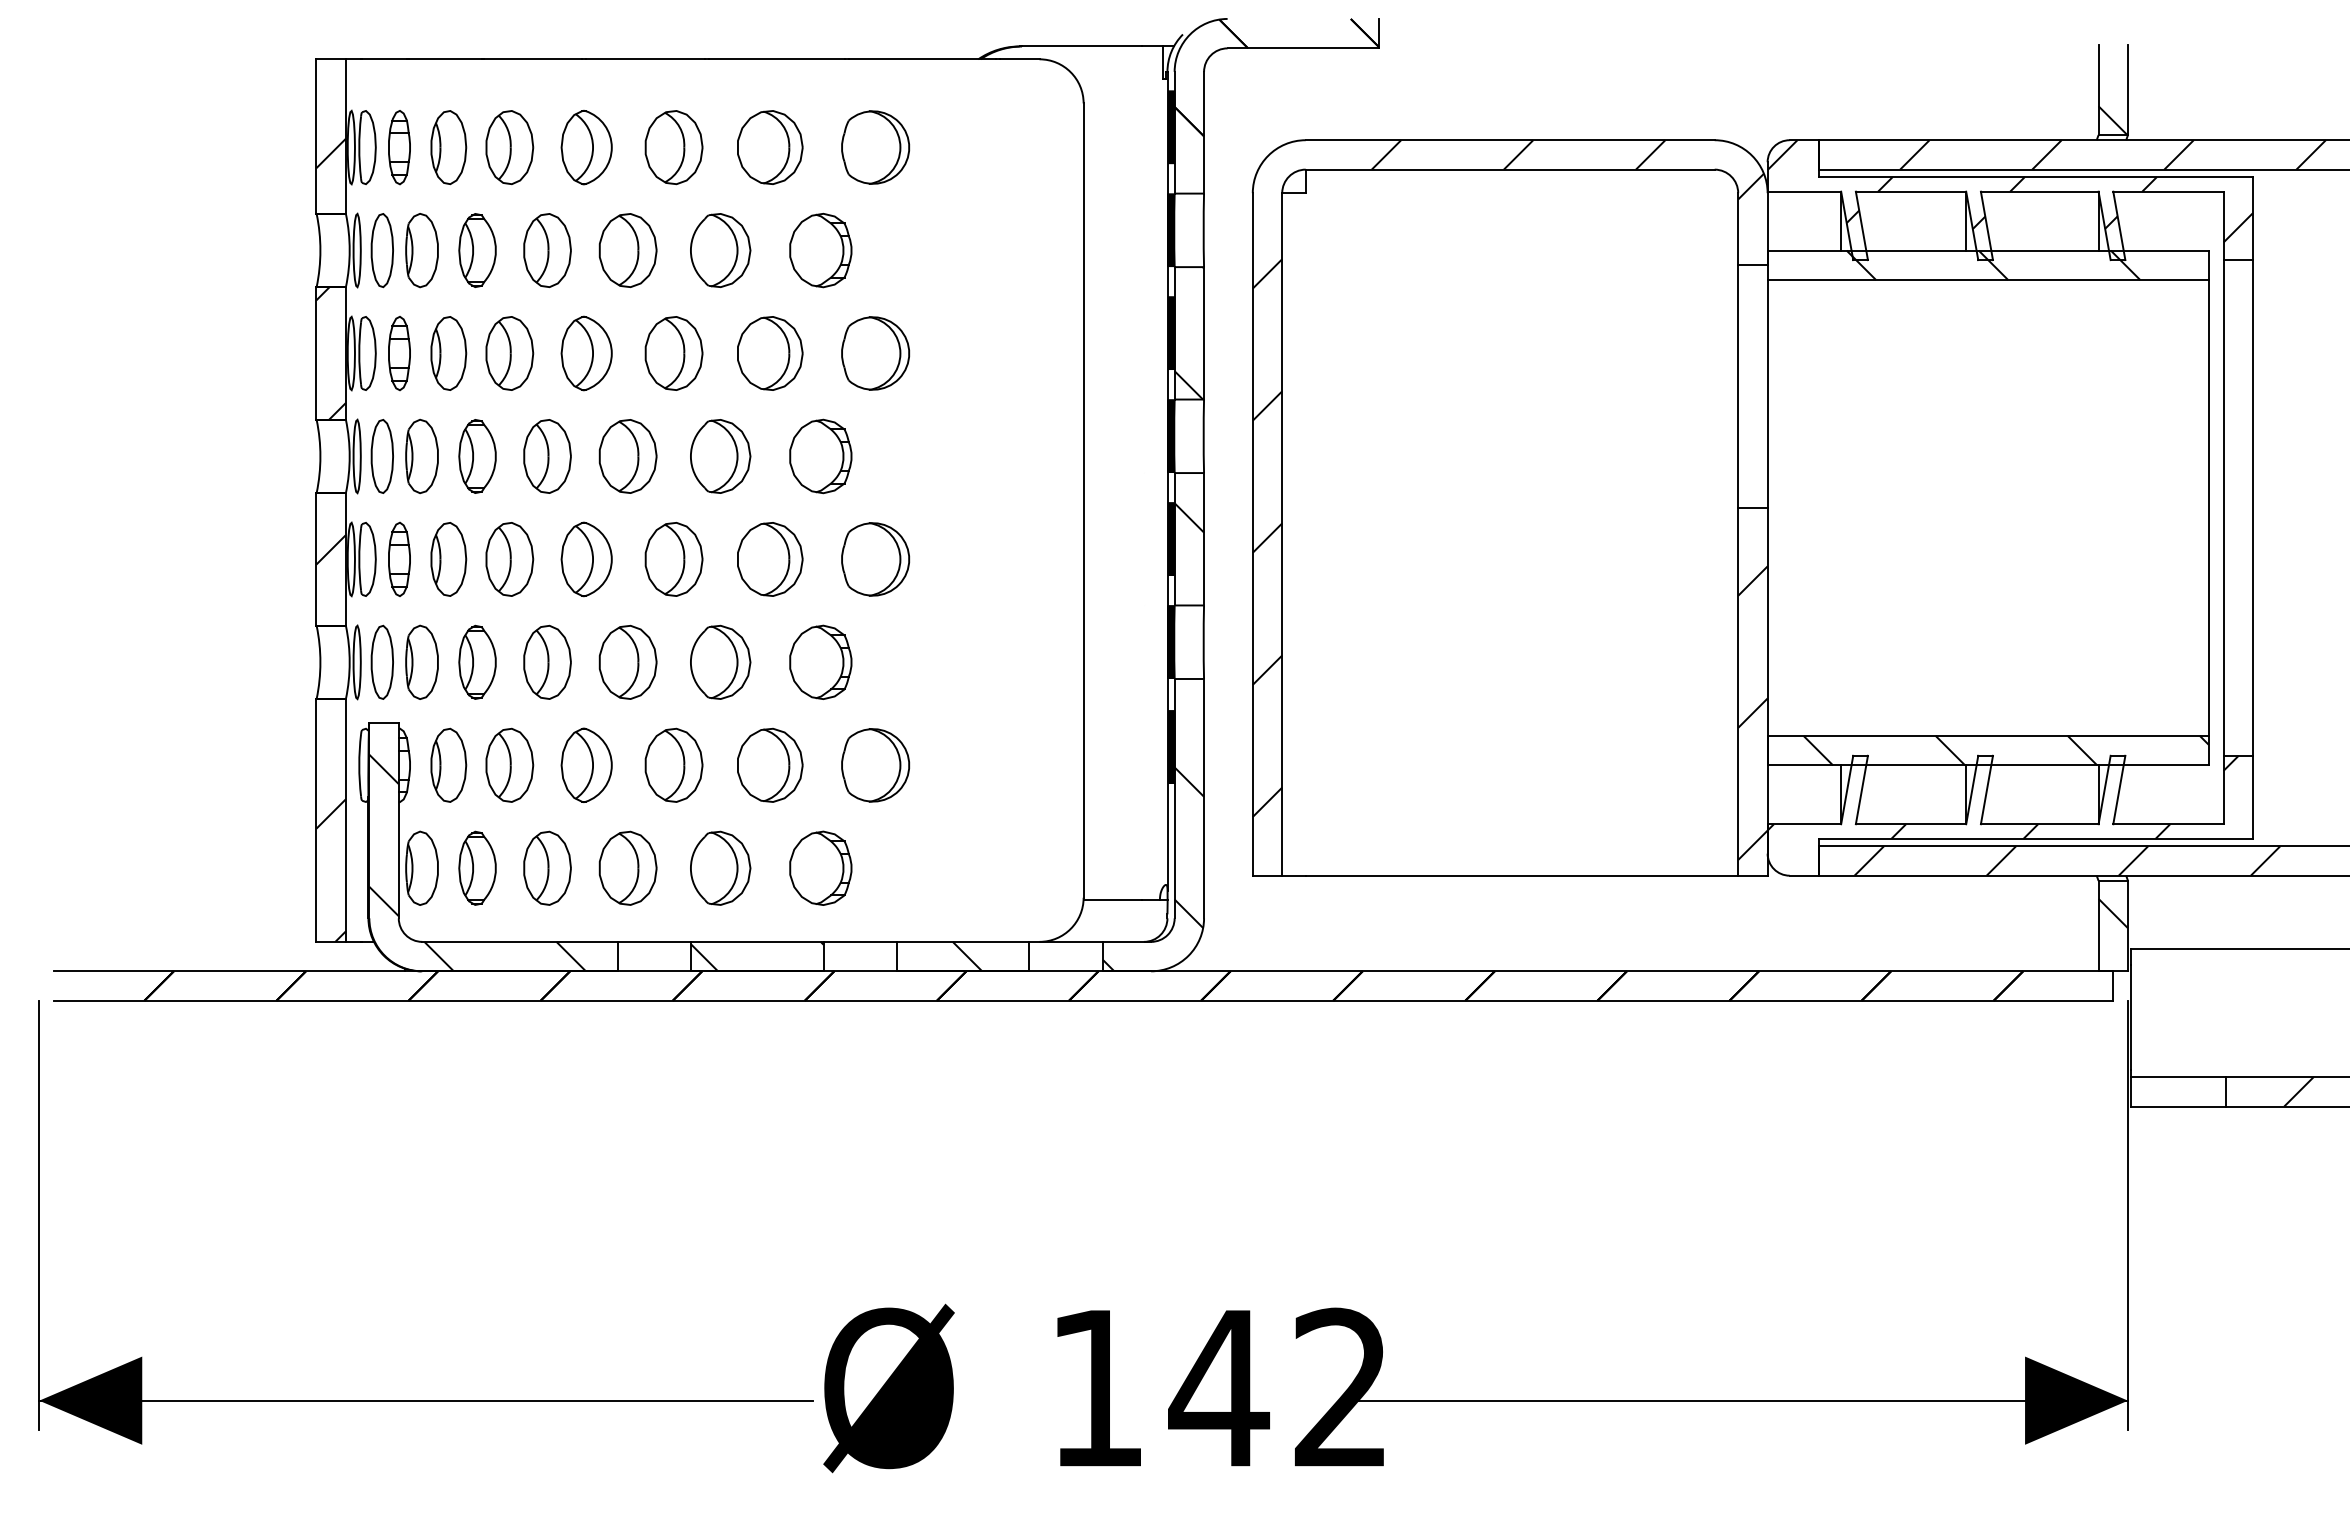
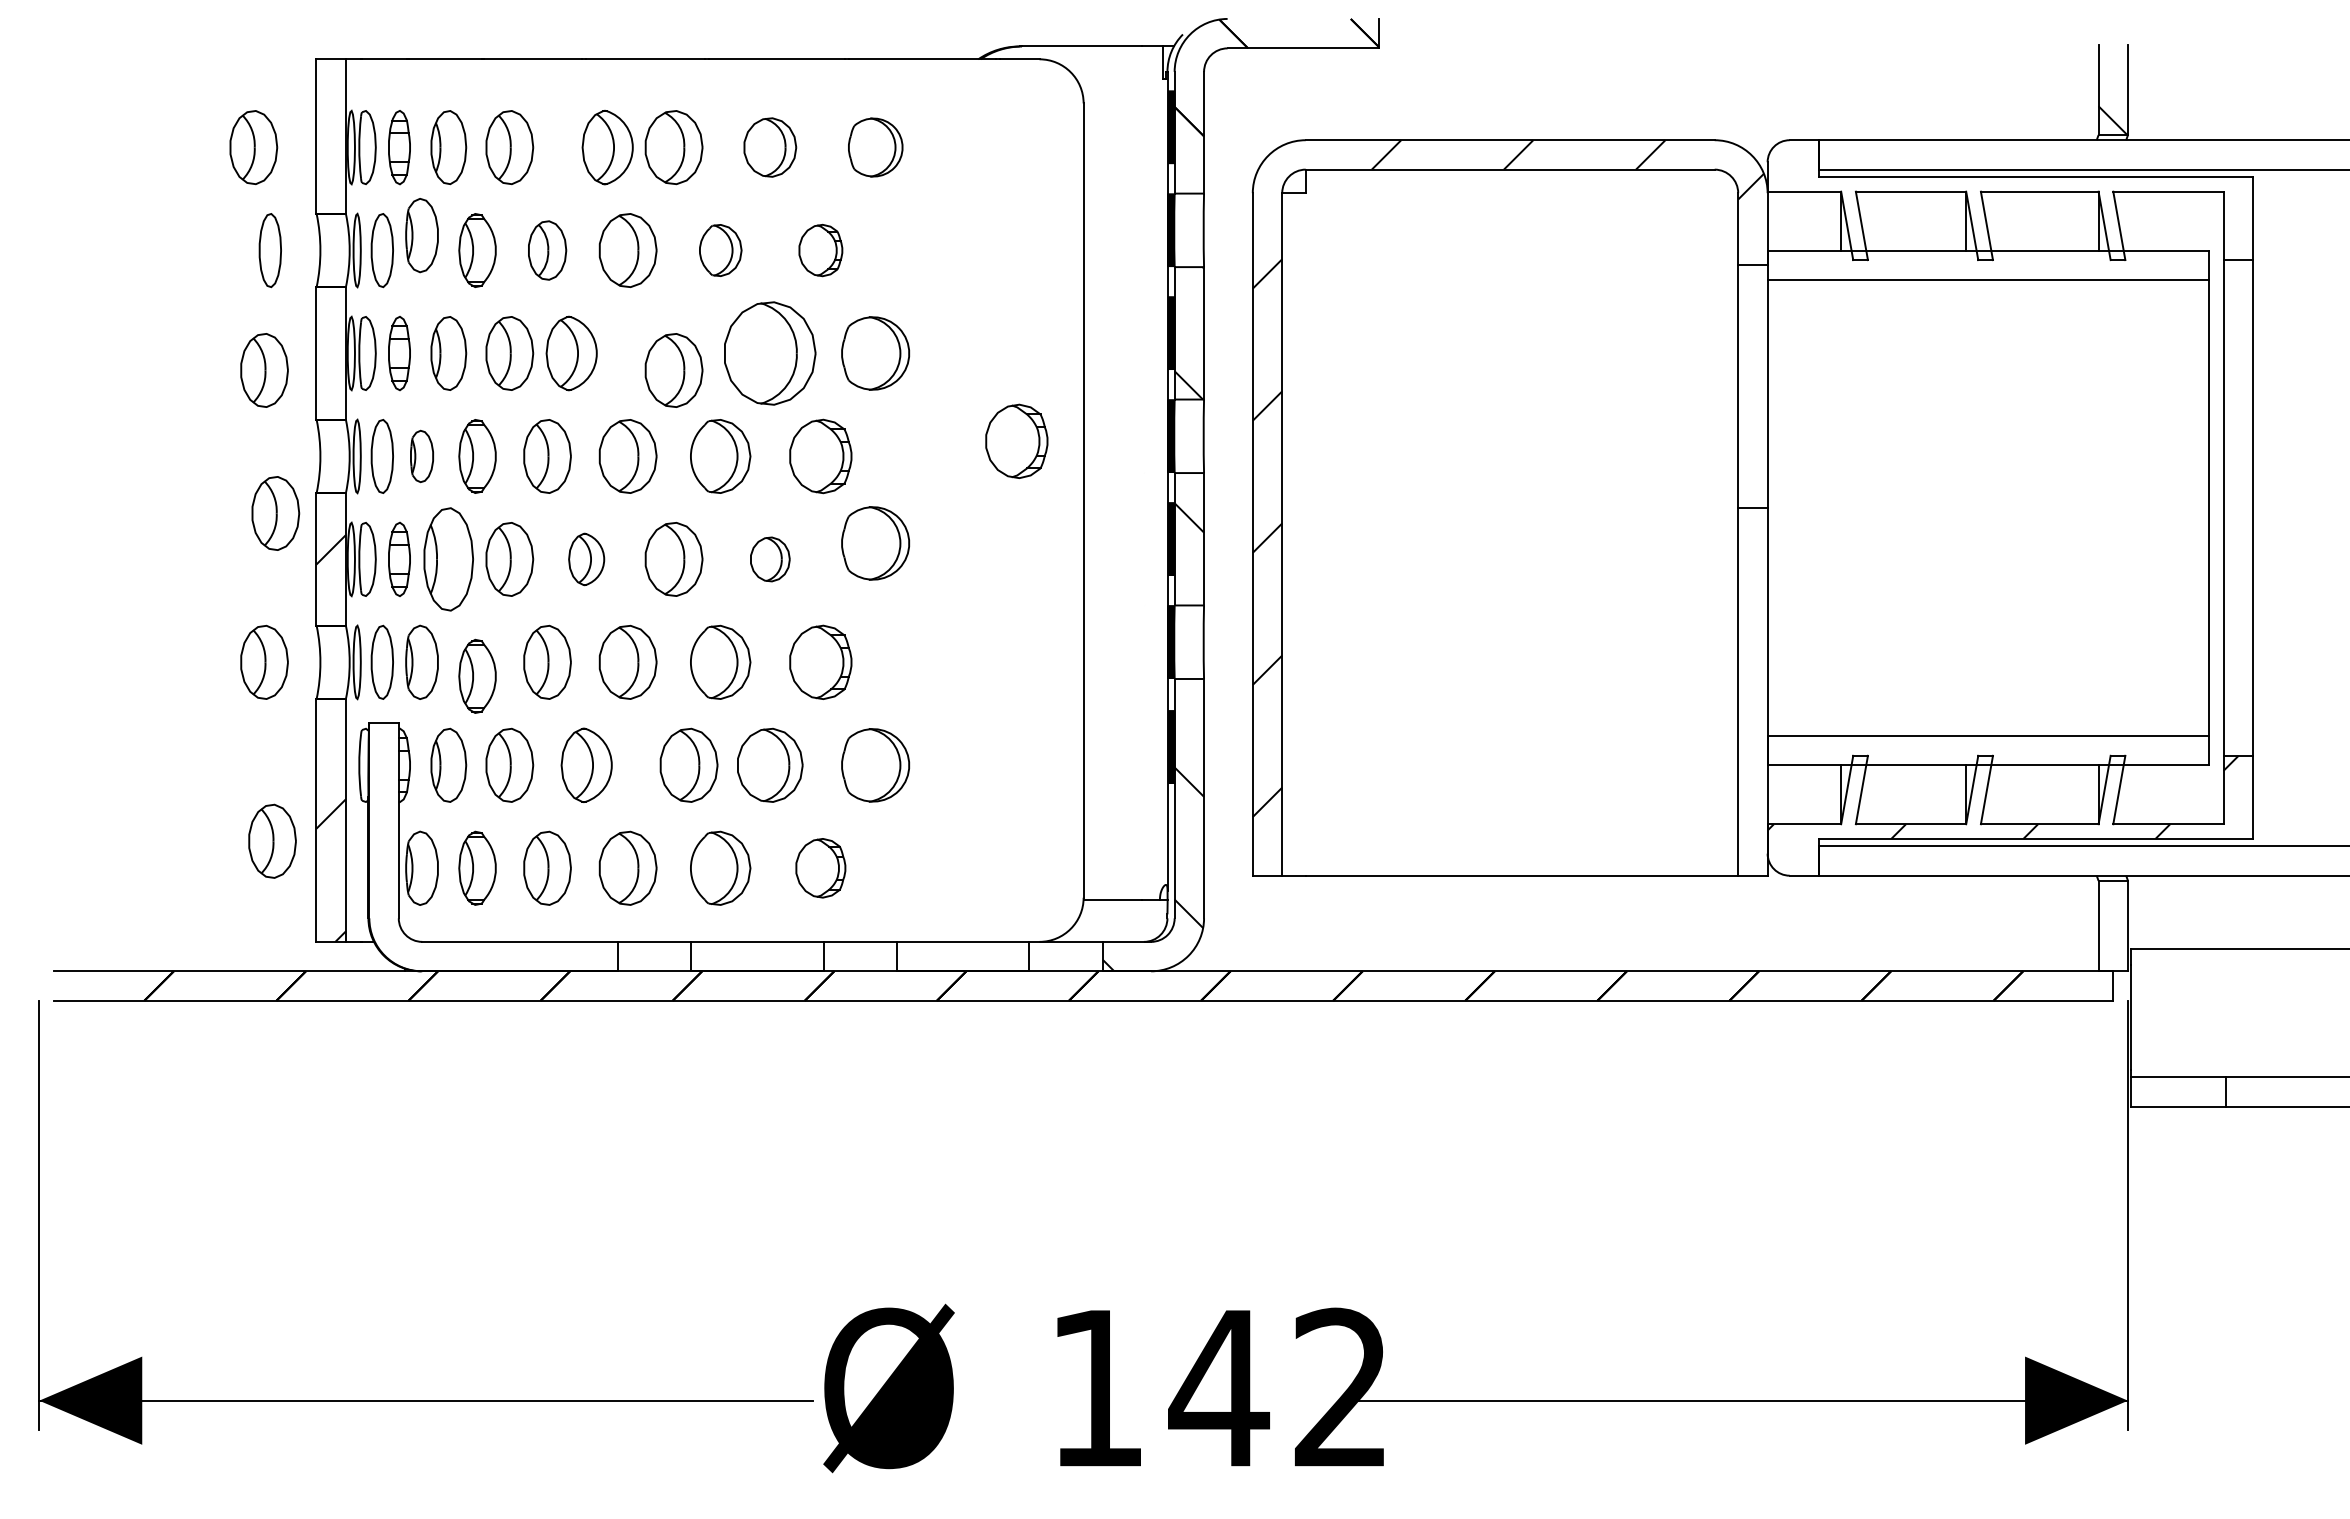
part at (253, 147): none -> present
part at (586, 147) position: (586, 147) -> (607, 147)
part at (770, 147) size: 67x75 px -> 55x61 px
part at (875, 147) size: 70x75 px -> 56x61 px
hatch at (330, 153): present -> none
hatch at (2112, 154): present -> none
hatch at (2010, 191): present -> none
part at (269, 250): none -> present
part at (421, 250) position: (421, 250) -> (421, 235)
part at (547, 250) size: 49x75 px -> 40x61 px
part at (720, 250) size: 62x75 px -> 44x53 px
part at (820, 250) size: 64x77 px -> 46x54 px
hatch at (1993, 264): present -> none
hatch at (330, 353): present -> none
part at (586, 353) position: (586, 353) -> (571, 353)
part at (673, 353) position: (673, 353) -> (673, 370)
part at (770, 353) size: 67x75 px -> 93x105 px
part at (264, 370): none -> present
part at (1016, 440): none -> present
part at (421, 456) size: 34x77 px -> 24x55 px
part at (275, 513): none -> present
part at (448, 559) size: 38x75 px -> 51x105 px
part at (586, 559) size: 53x77 px -> 38x55 px
part at (770, 559) size: 67x75 px -> 41x47 px
part at (875, 559) position: (875, 559) -> (875, 543)
part at (264, 661): none -> present
part at (477, 661) position: (477, 661) -> (477, 675)
hatch at (1752, 712): present -> none
hatch at (2005, 750): present -> none
part at (673, 764) position: (673, 764) -> (688, 764)
part at (272, 840): none -> present
hatch at (2067, 860): present -> none
hatch at (477, 862): present -> none
part at (820, 867) size: 64x76 px -> 52x61 px
hatch at (2113, 913): present -> none
hatch at (756, 956): present -> none
hatch at (967, 956): present -> none
hatch at (2298, 1091): present -> none
